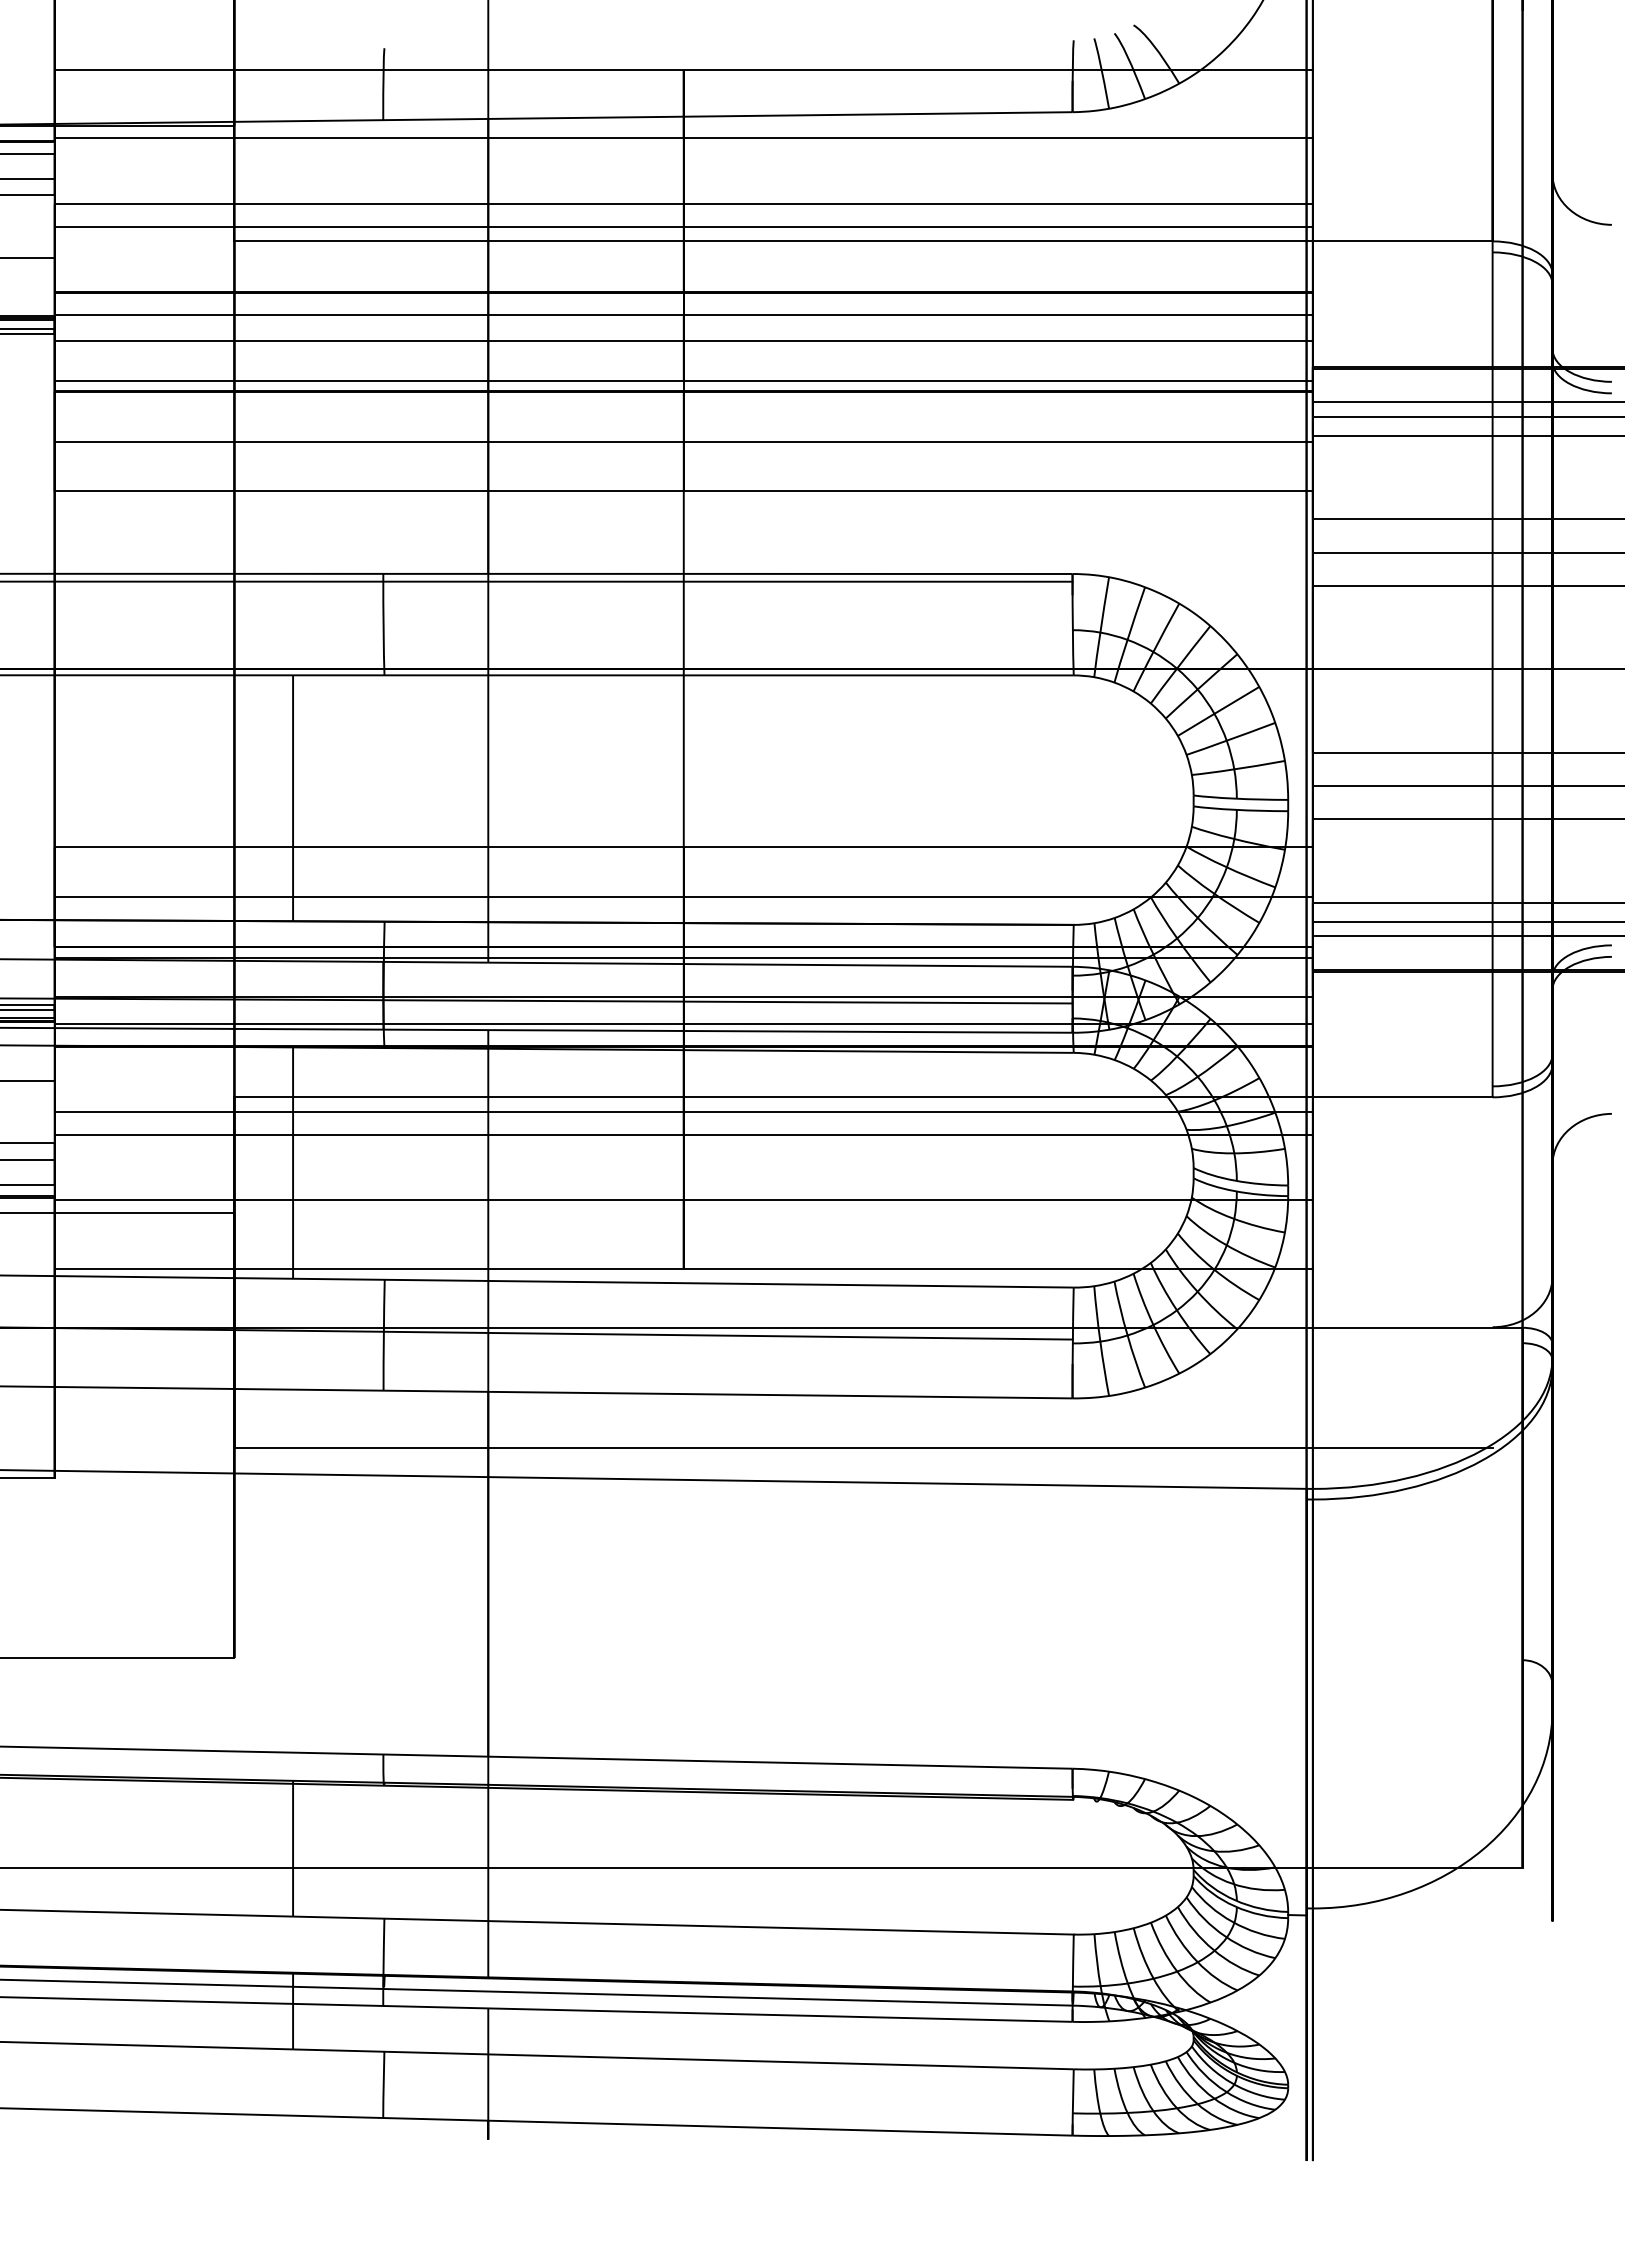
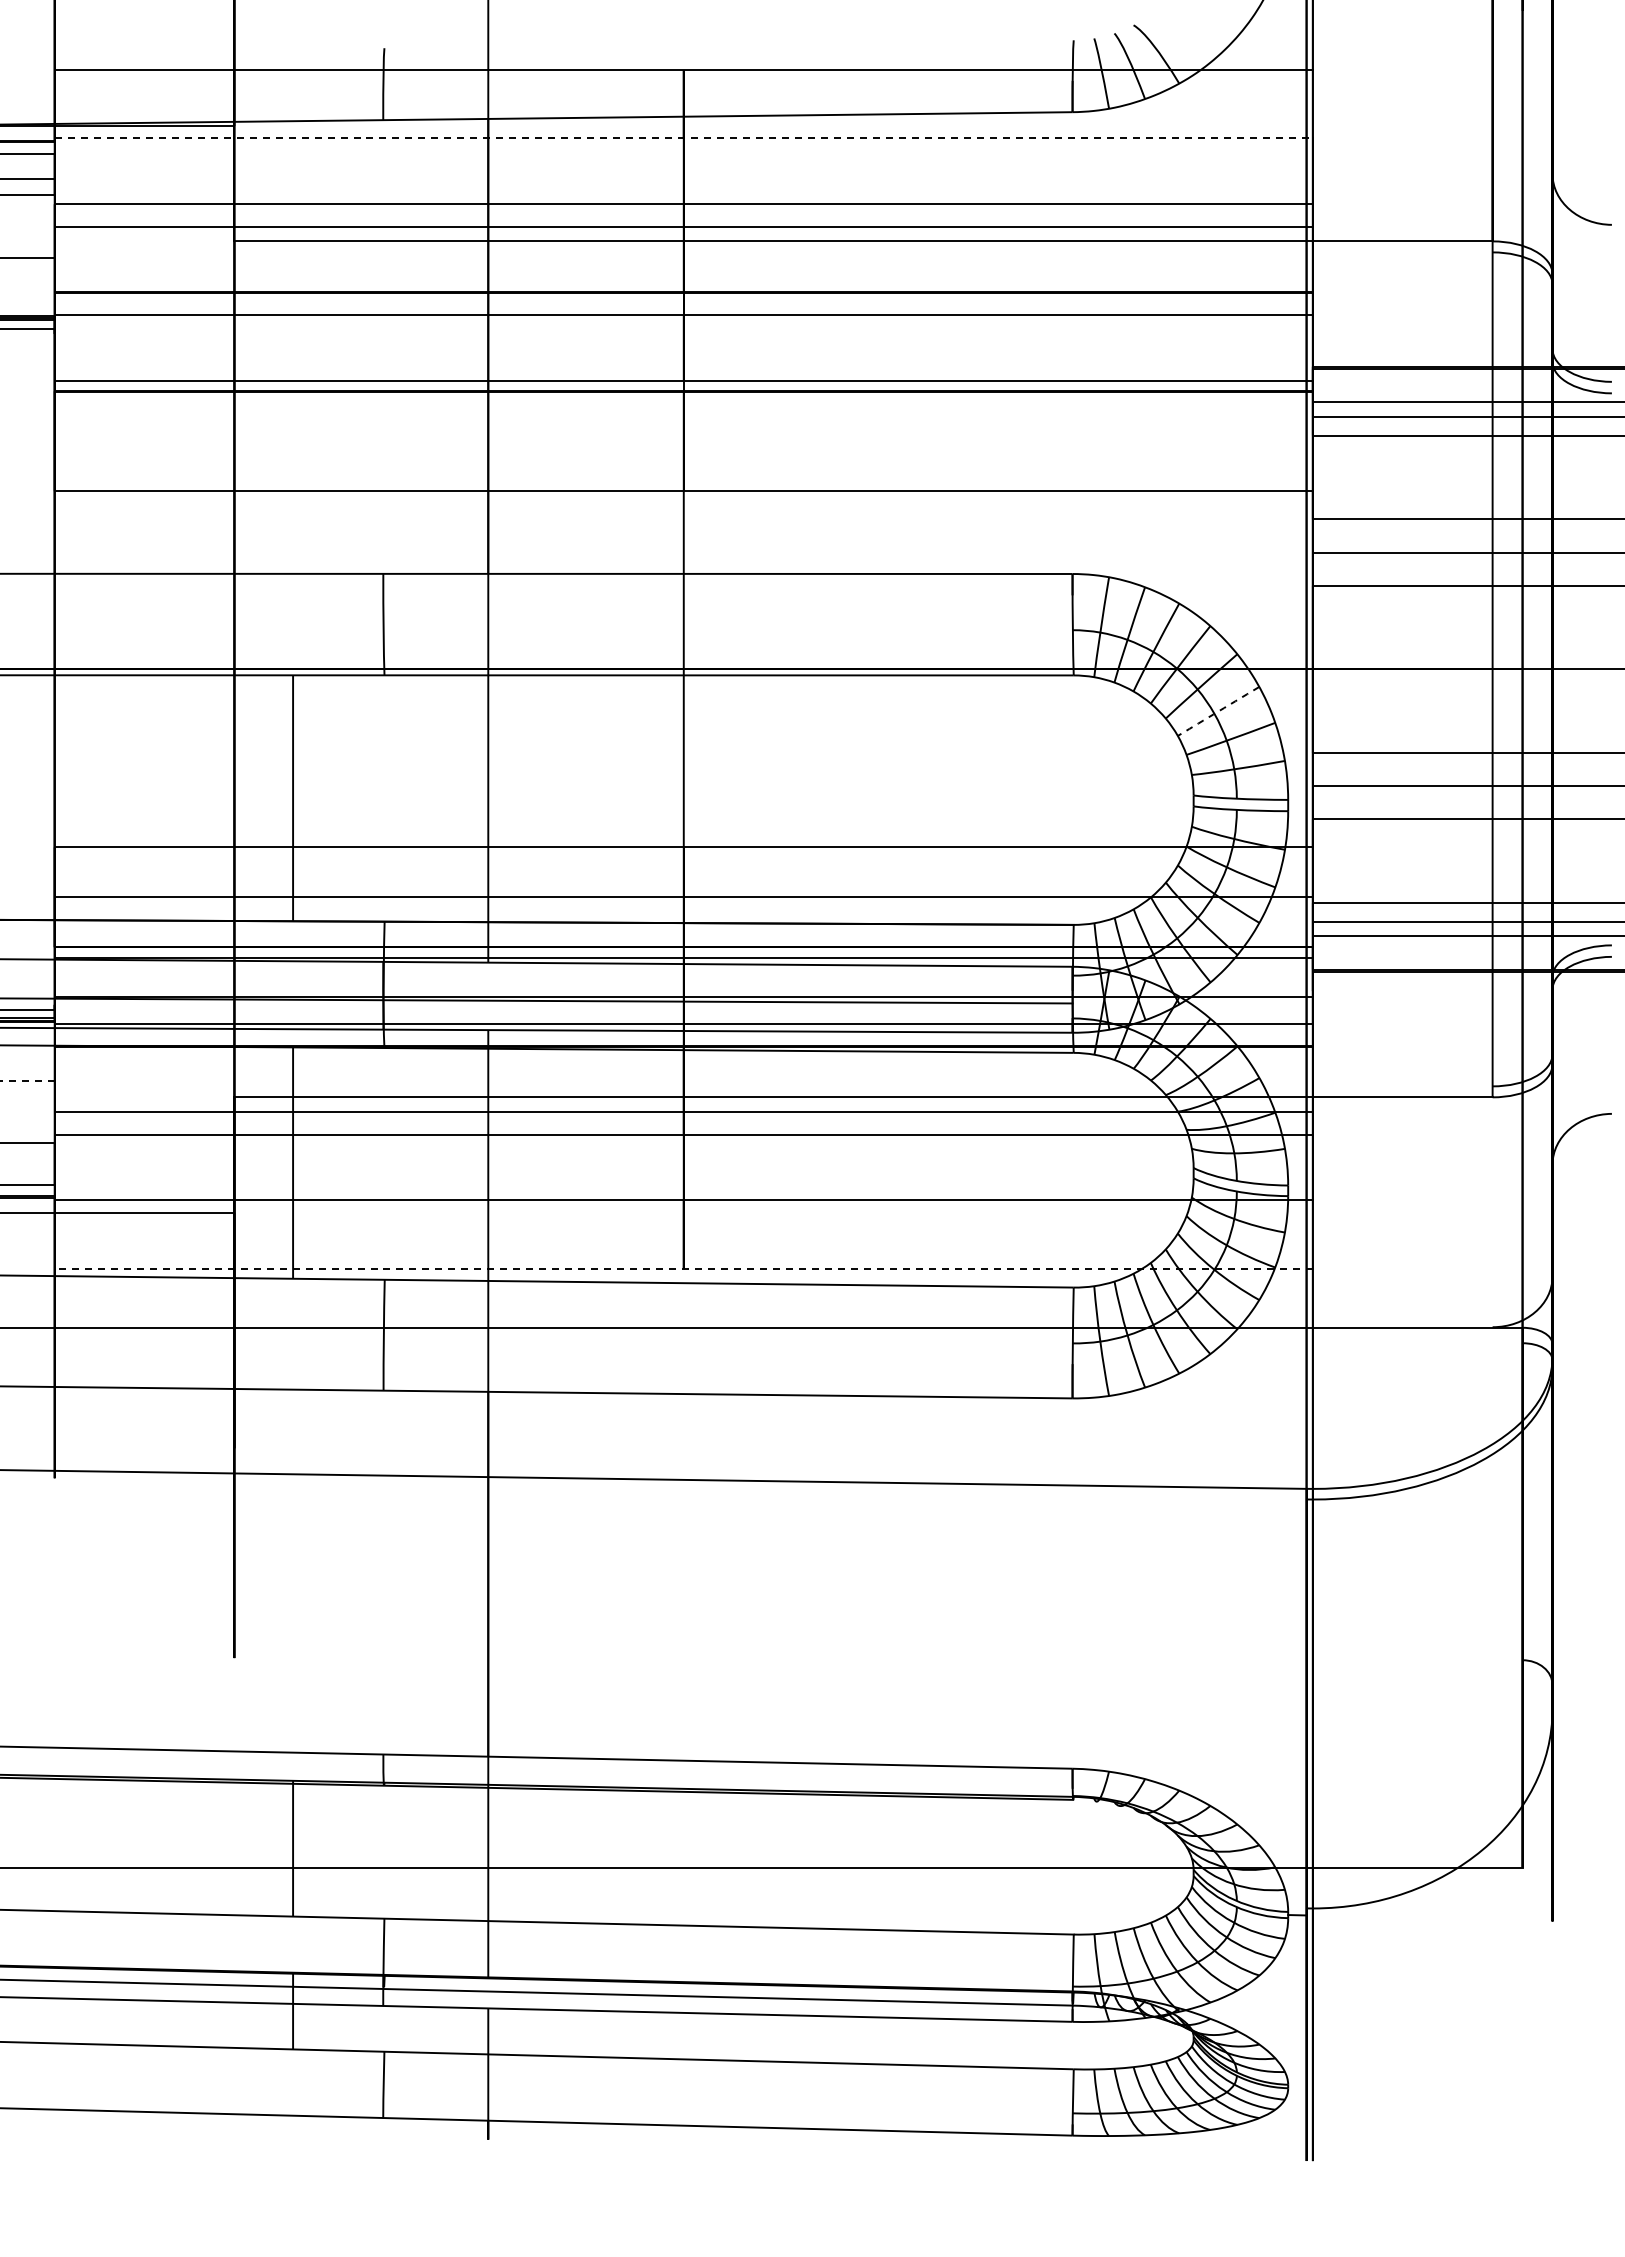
line at (684, 138): solid -> dashed
line at (28, 333): present -> none
line at (683, 341): present -> none
line at (683, 441): present -> none
line at (537, 581): present -> none
arc at (1218, 711): solid -> dashed
line at (28, 1004): present -> none
line at (27, 1080): solid -> dashed
line at (28, 1159): present -> none
line at (683, 1268): solid -> dashed
line at (537, 1333): present -> none
line at (863, 1448): present -> none
line at (28, 1478): present -> none
line at (118, 1657): present -> none
